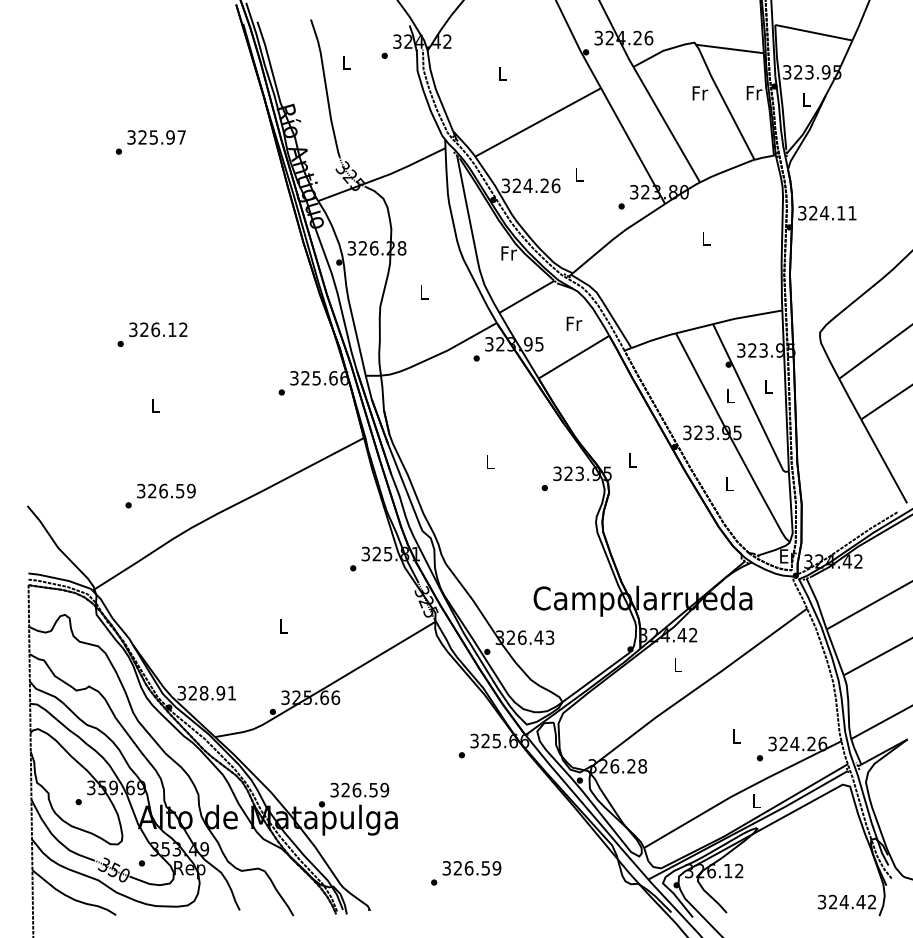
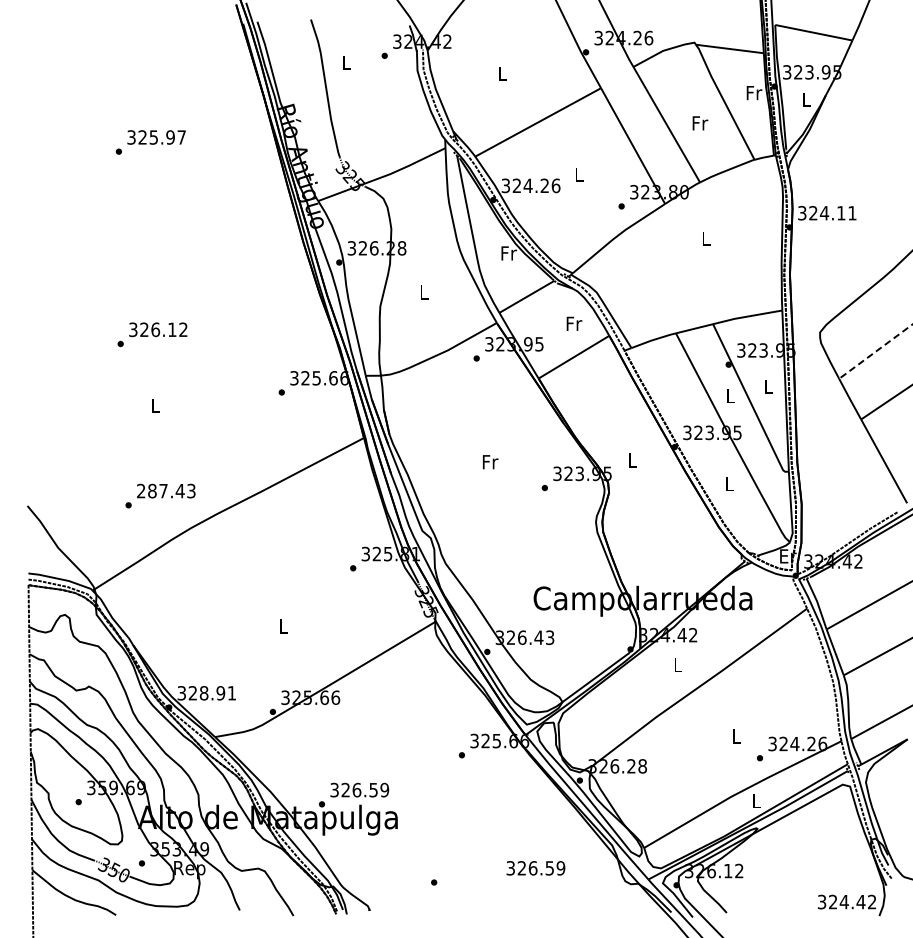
text at (700, 93) position: (700, 93) -> (700, 123)
line at (875, 352): solid -> dashed
text at (490, 462): L -> Fr
text at (166, 490): 326.59 -> 287.43
text at (471, 868) position: (471, 868) -> (535, 868)
